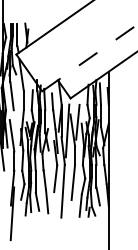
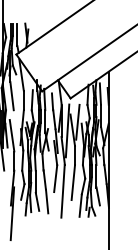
line at (90, 57): dashed -> solid
